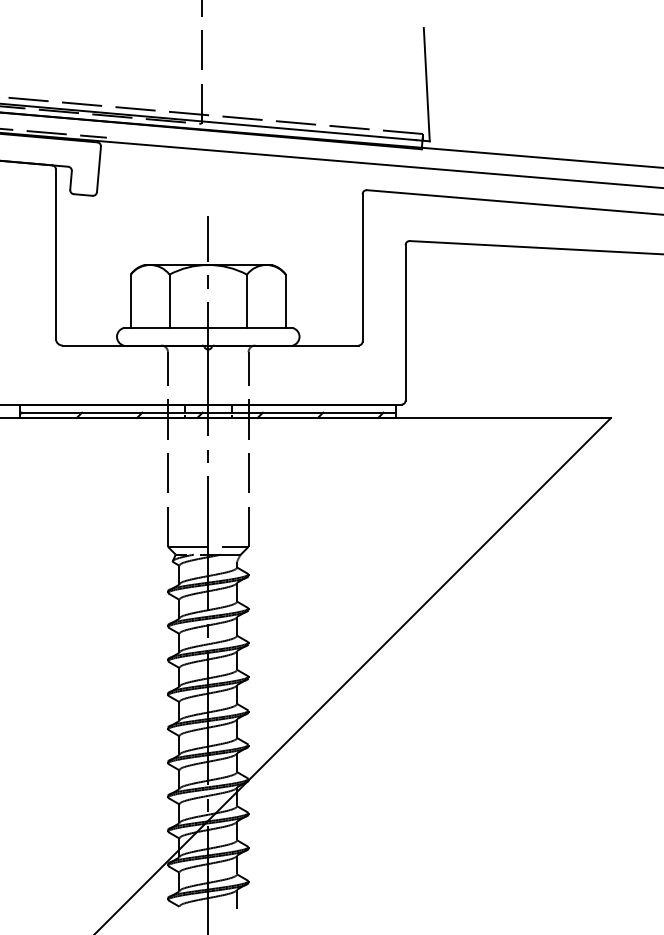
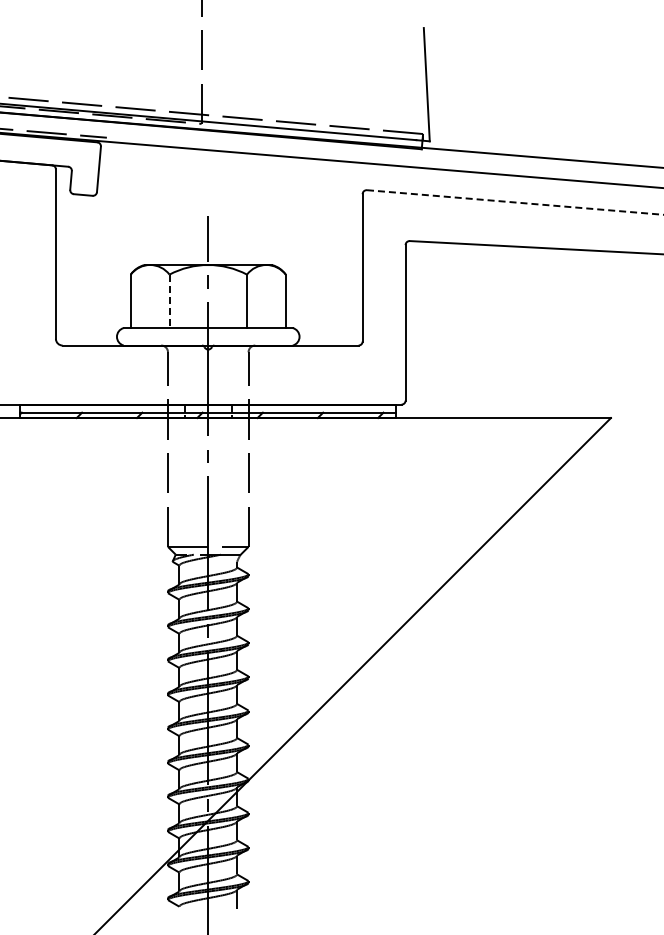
line at (515, 202): solid -> dashed
line at (169, 301): solid -> dashed
